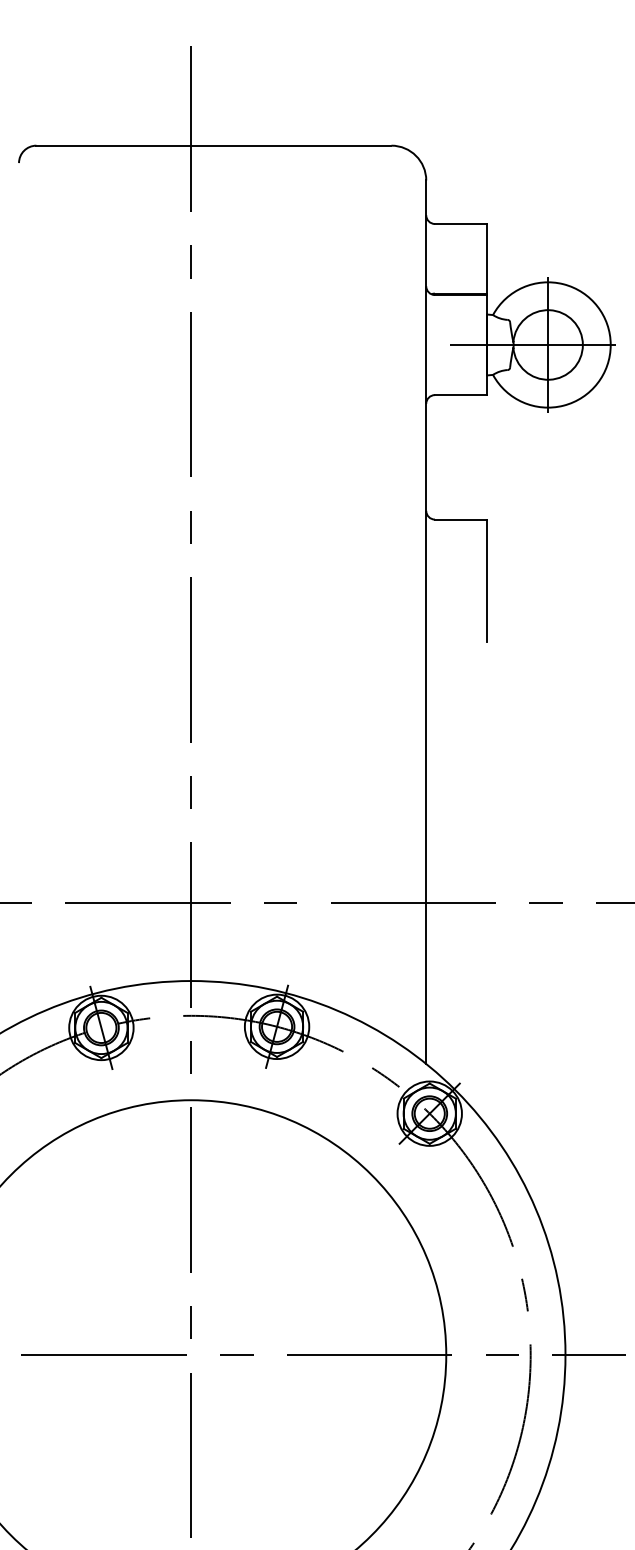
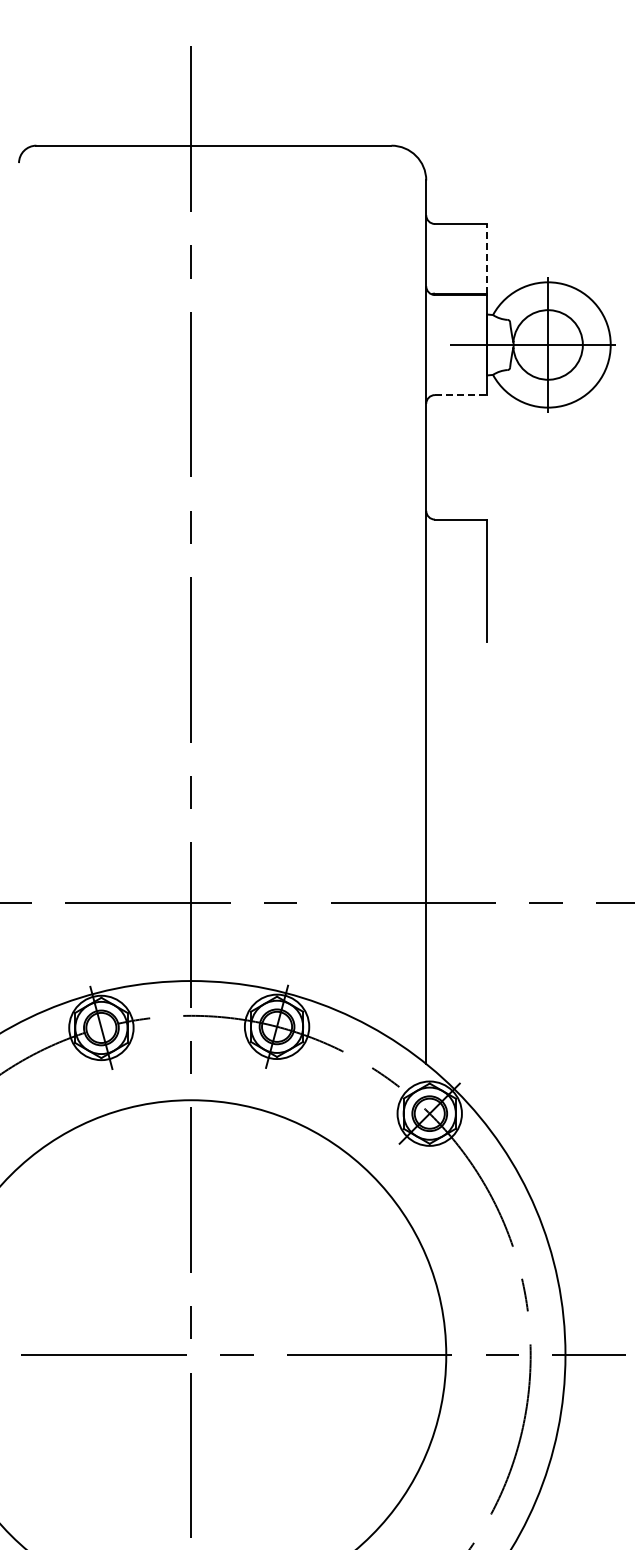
line at (487, 258): solid -> dashed
line at (461, 395): solid -> dashed
